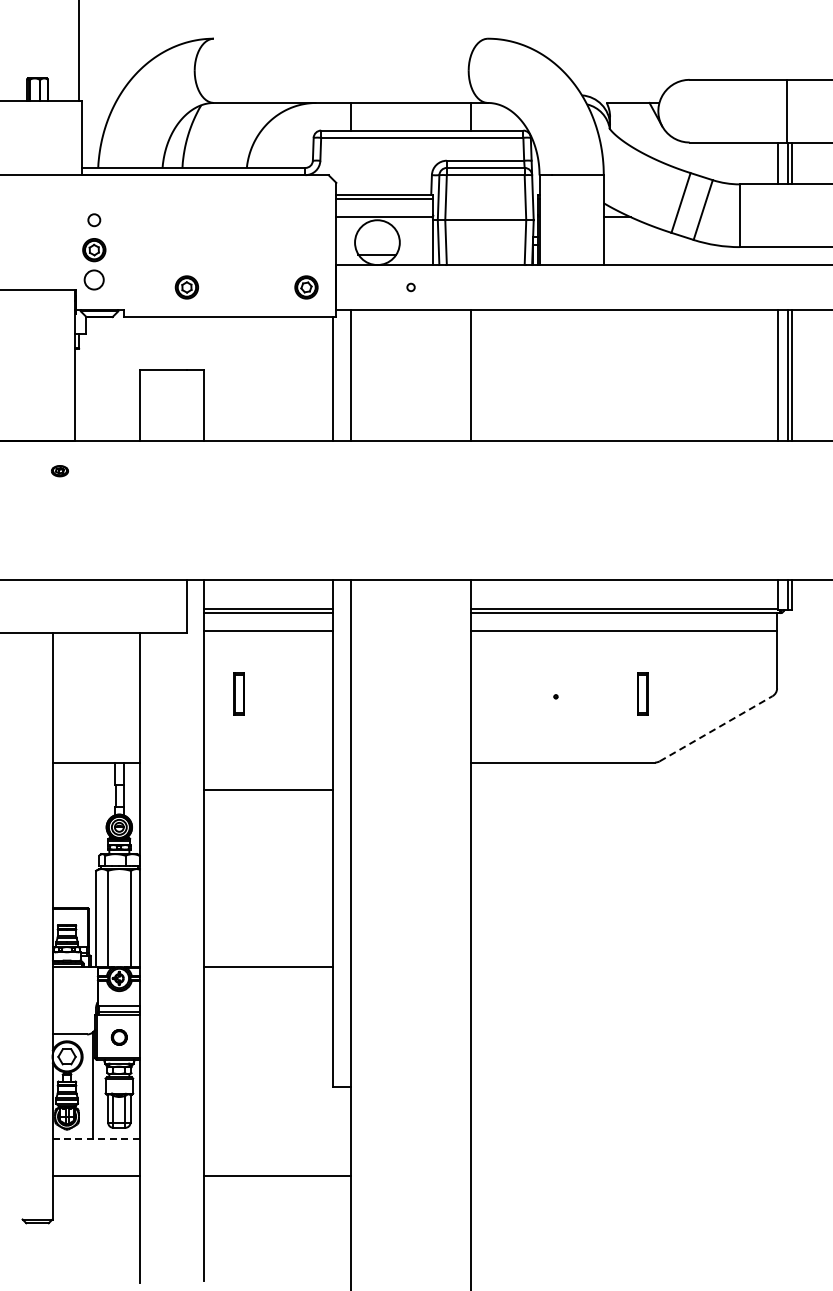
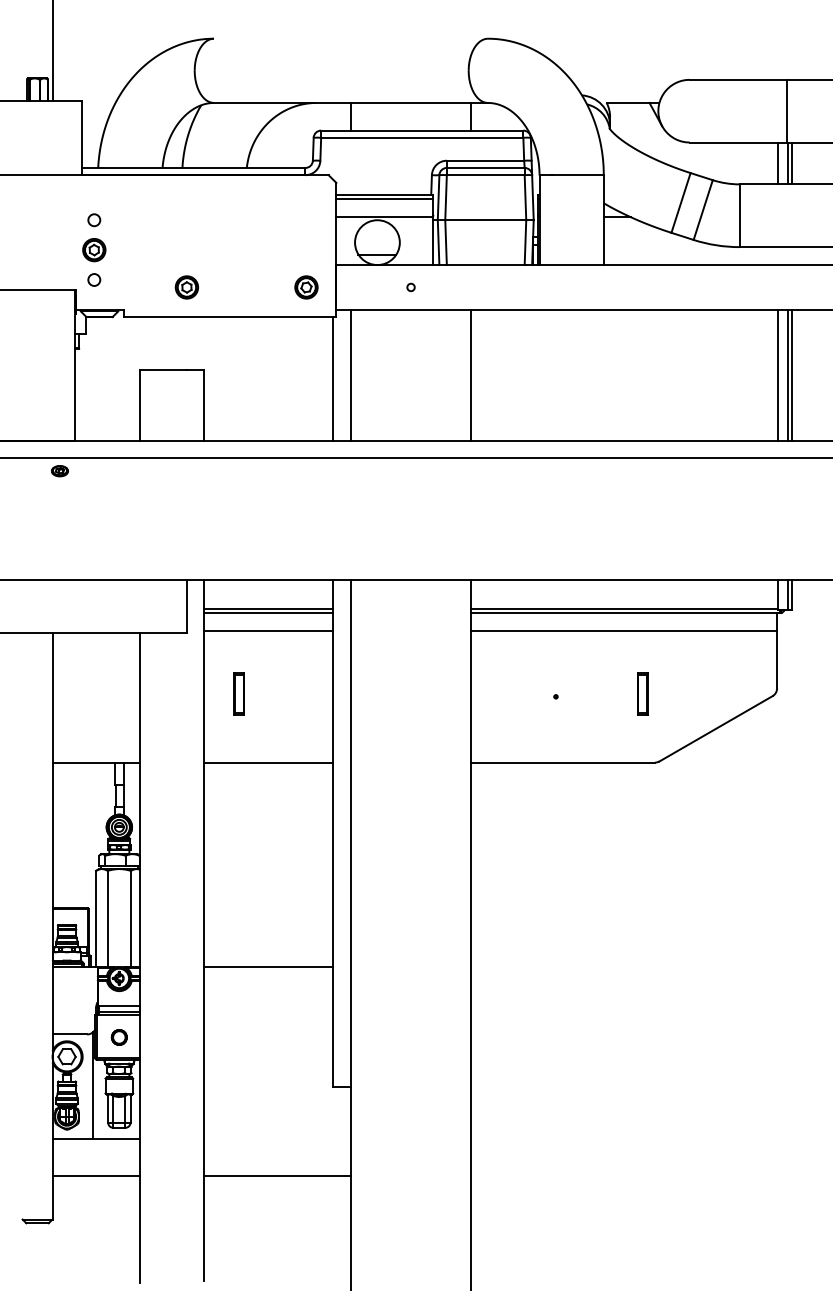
line at (78, 51) position: (78, 51) -> (52, 51)
circle at (93, 279) size: 22x22 px -> 15x14 px
line at (415, 457): none -> present
line at (716, 728): dashed -> solid
line at (268, 789) position: (268, 789) -> (268, 762)
line at (96, 1139): dashed -> solid
